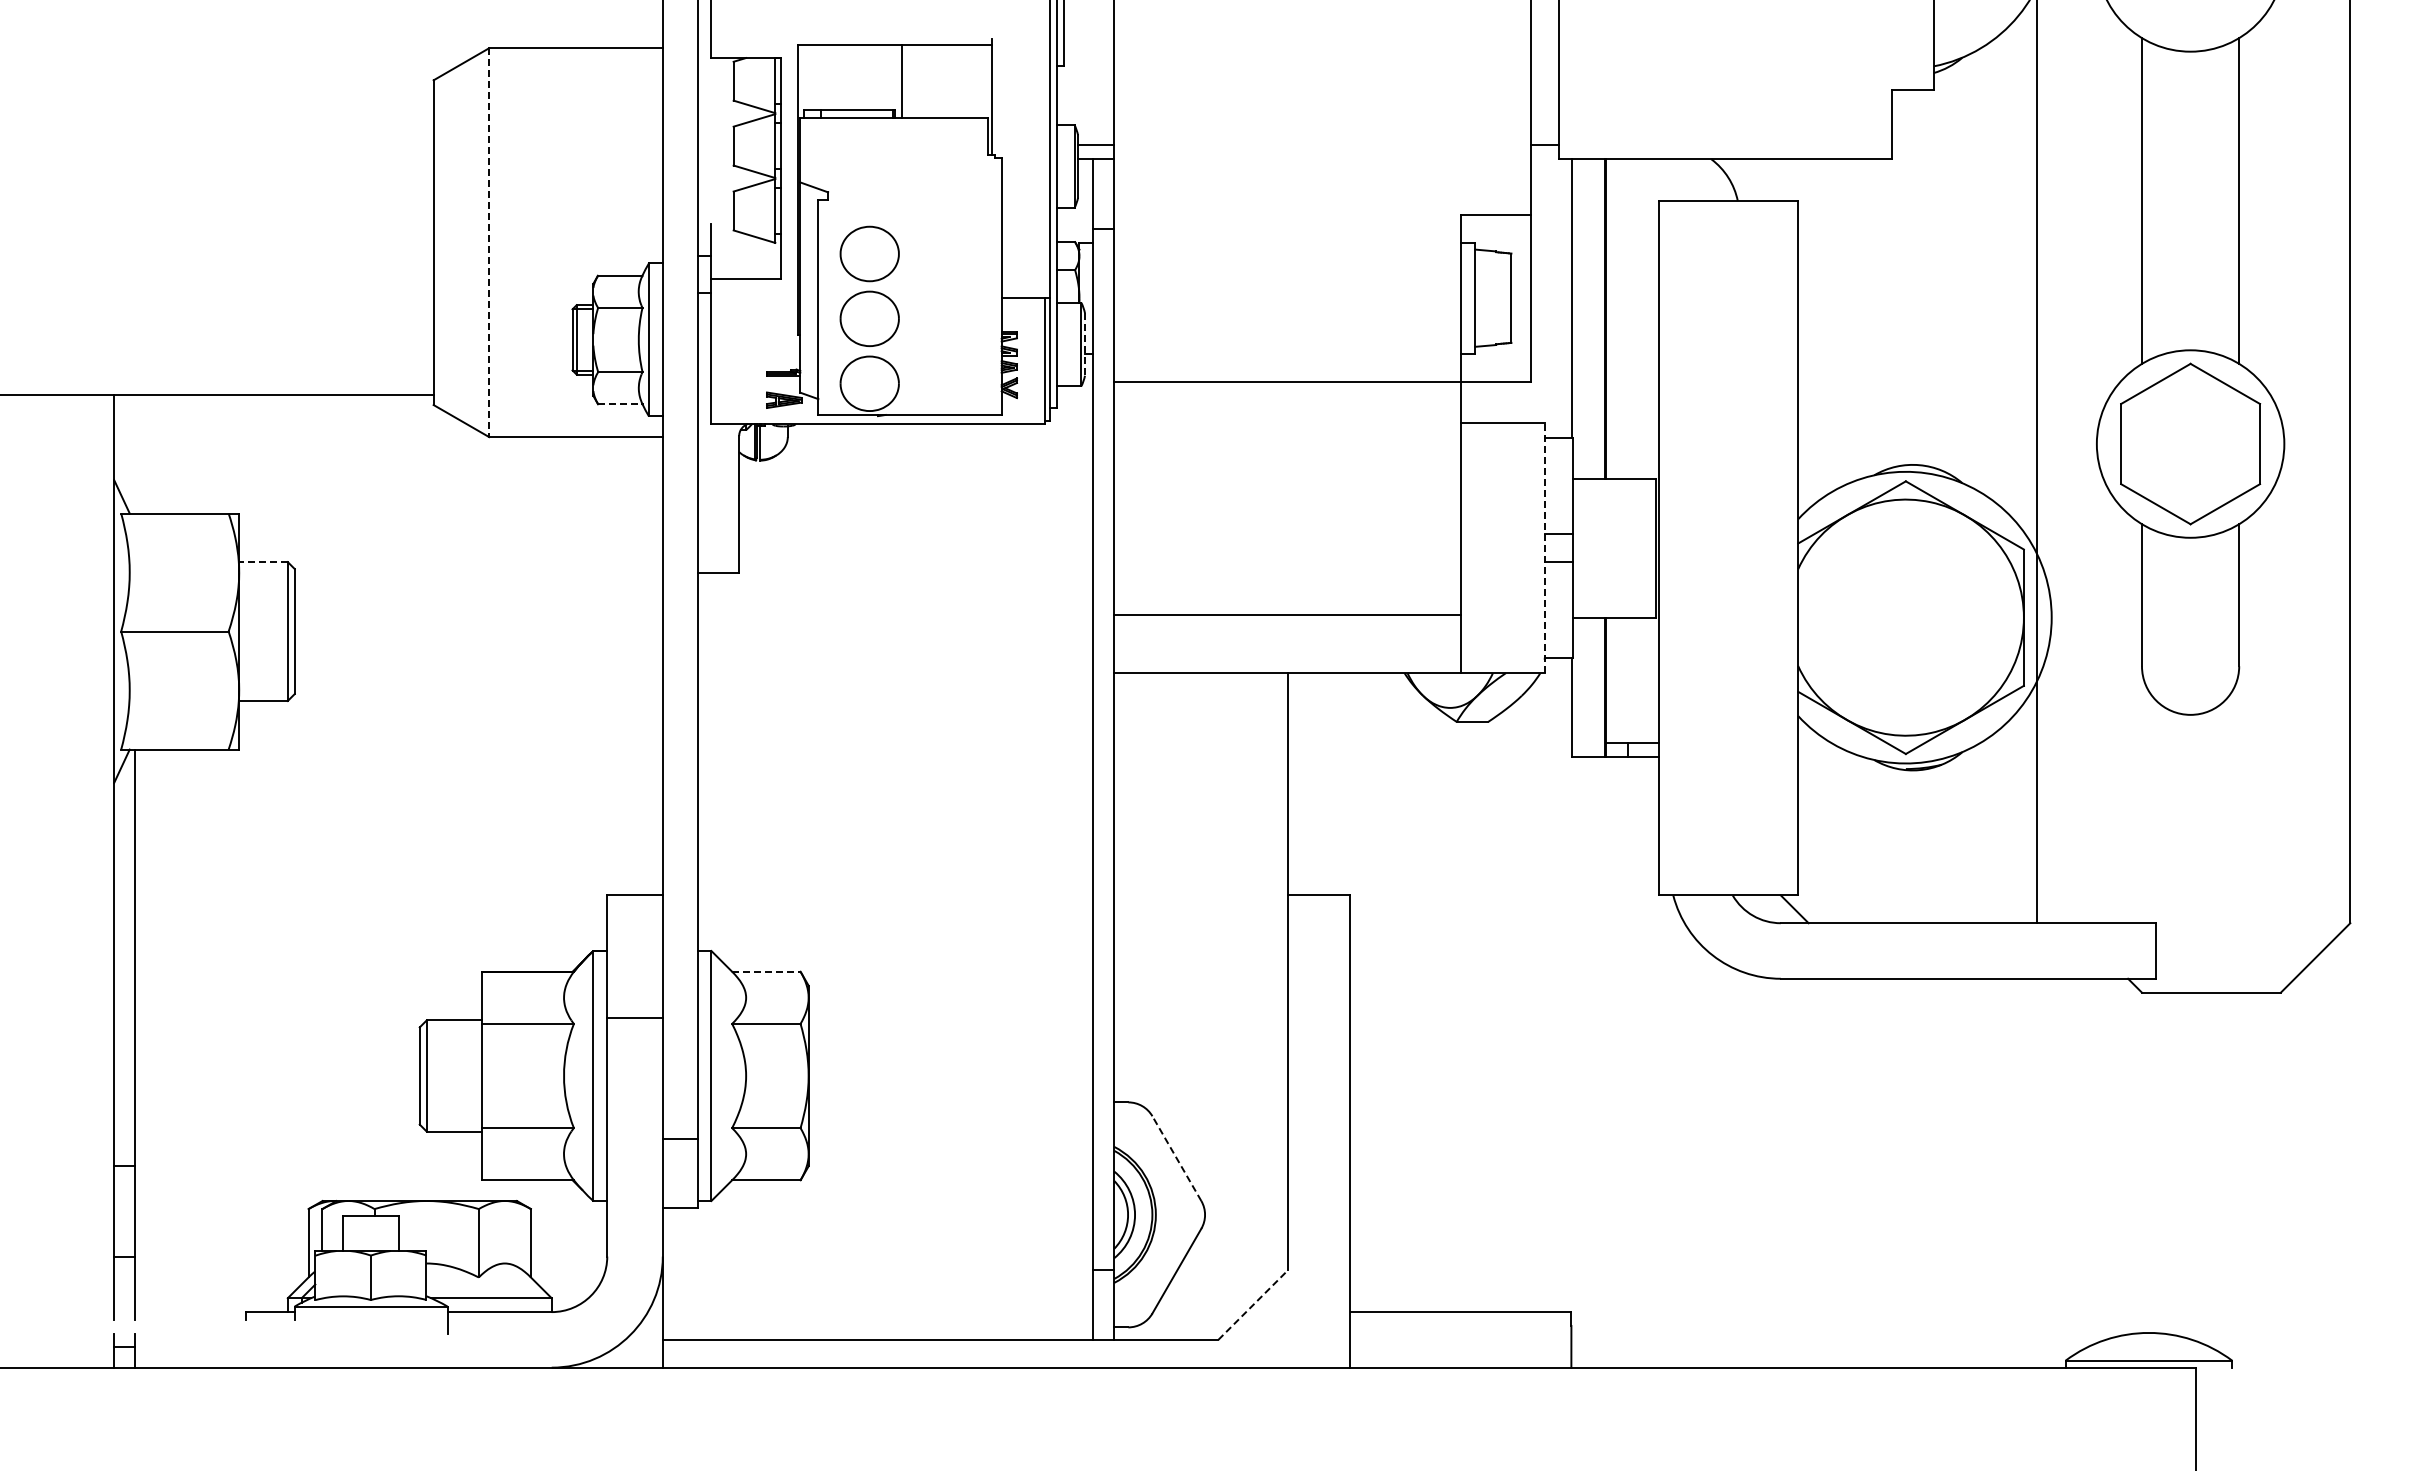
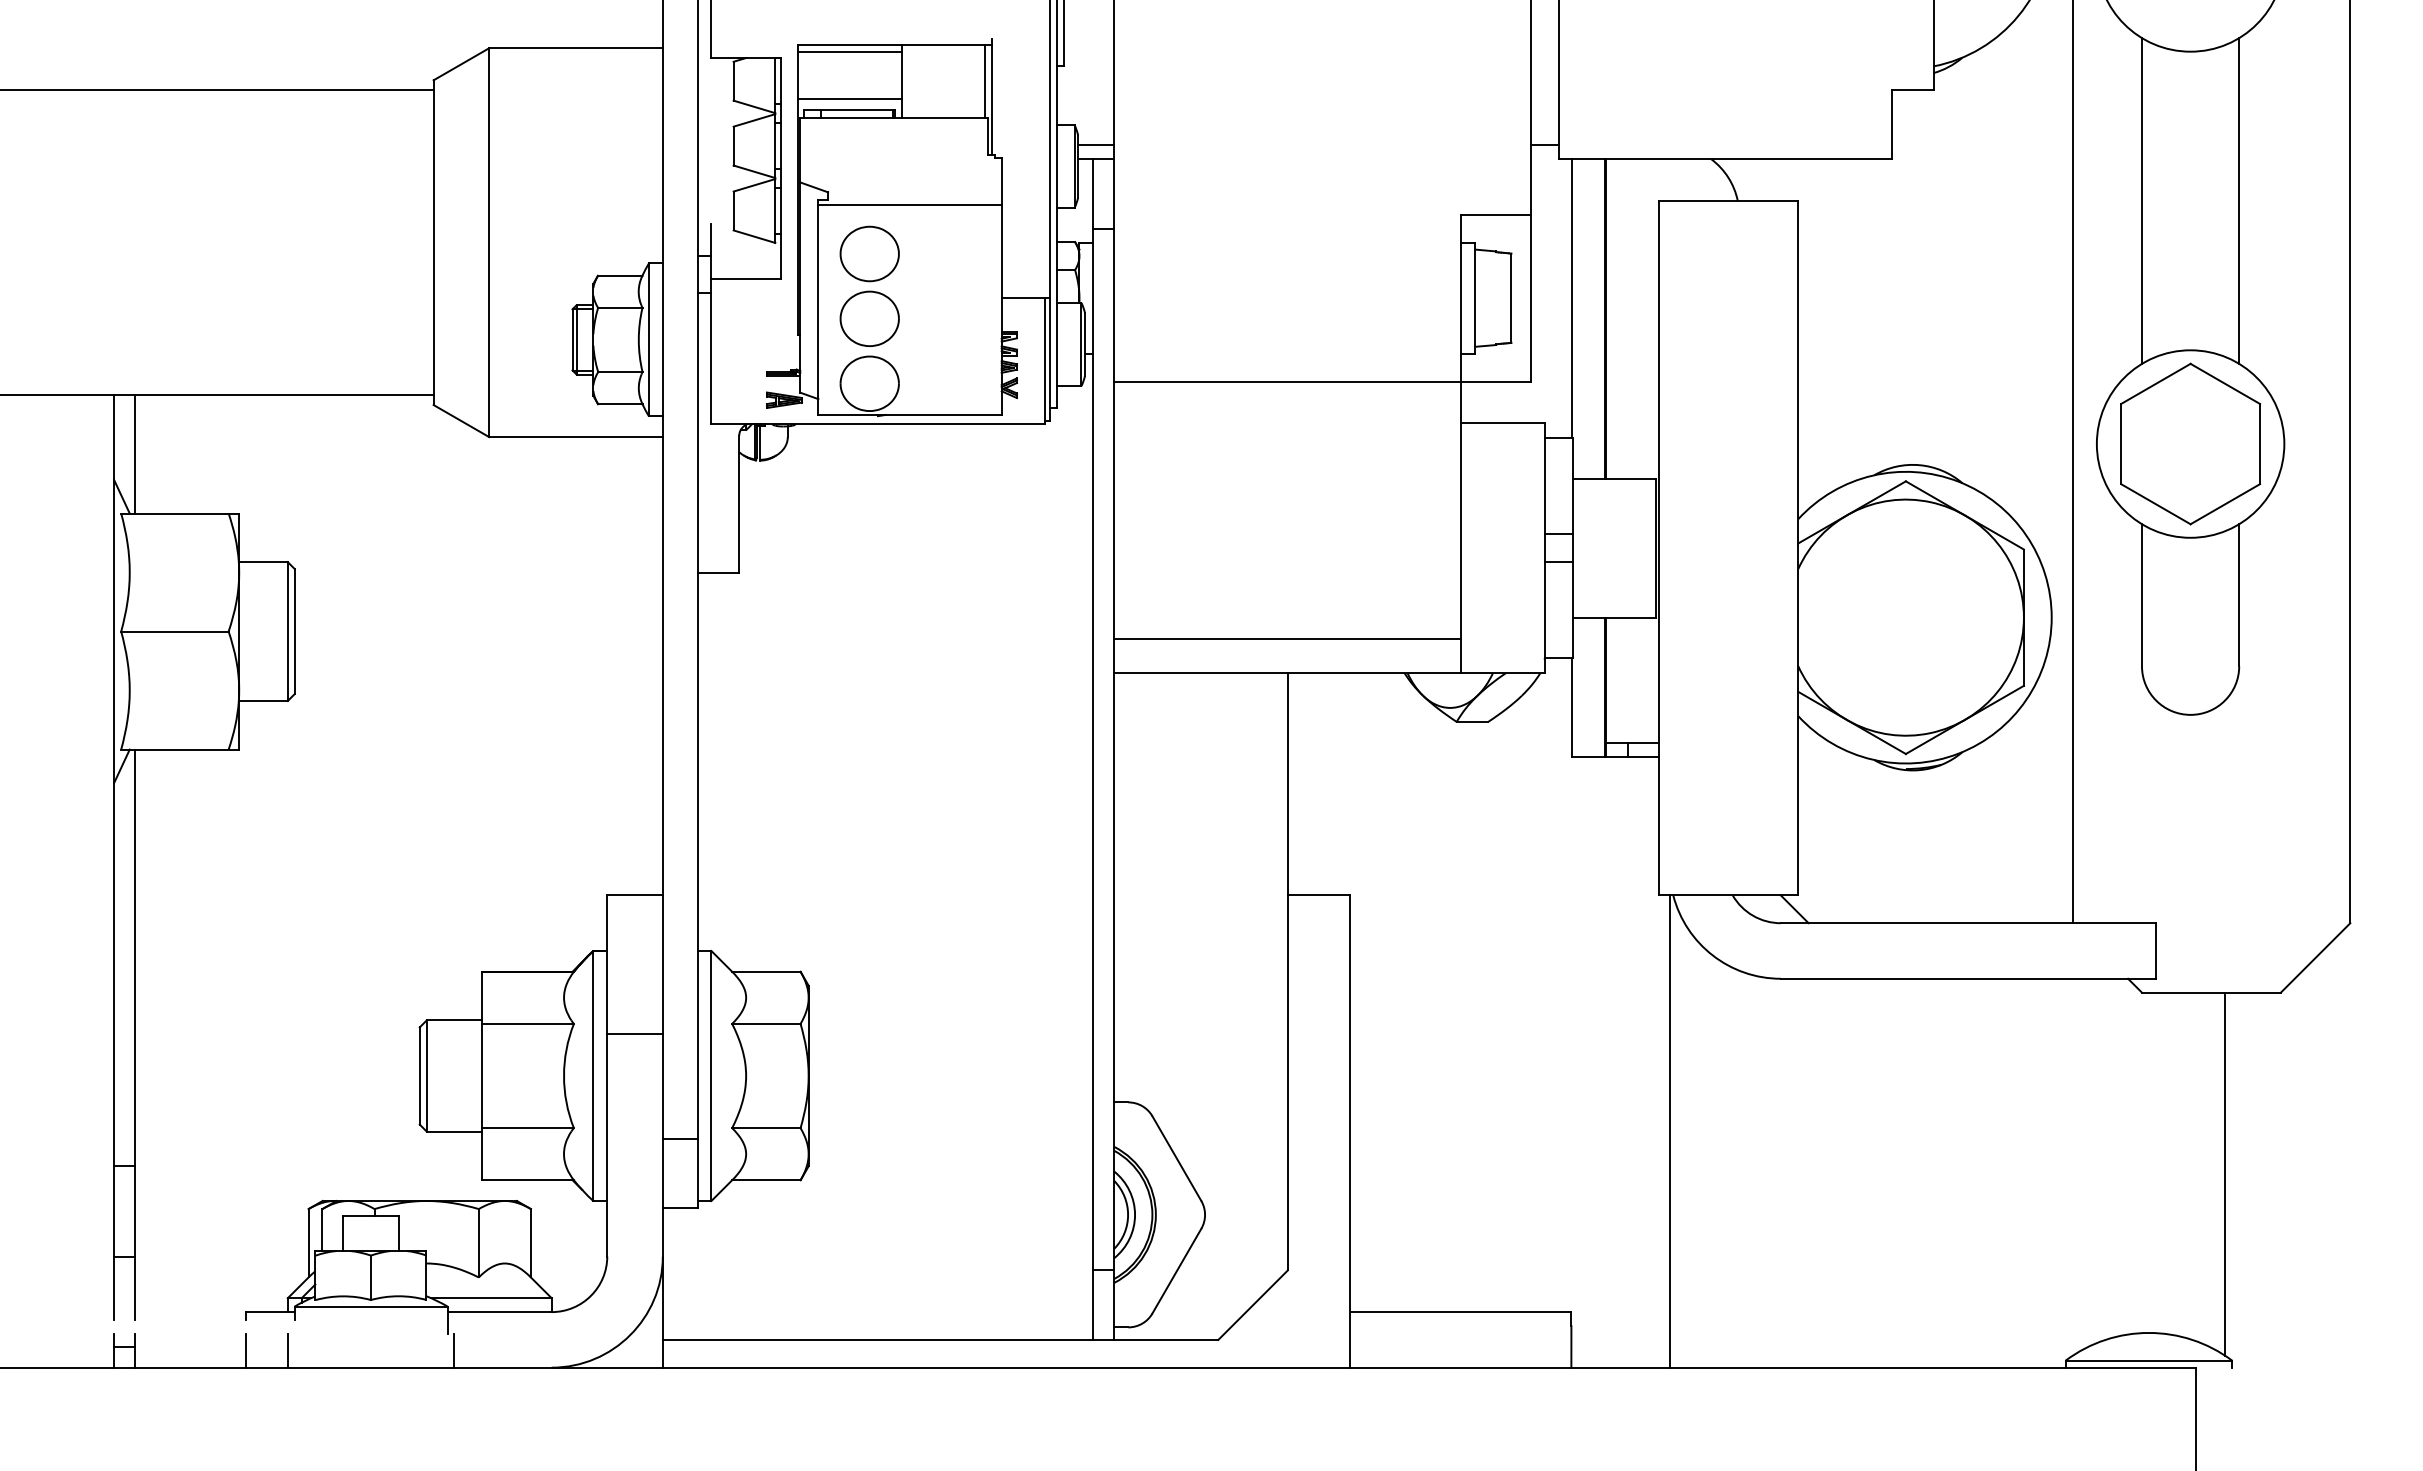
line at (849, 51): none -> present
line at (985, 81): none -> present
line at (217, 89): none -> present
line at (849, 98): none -> present
line at (909, 204): none -> present
line at (489, 243): dashed -> solid
line at (1085, 345): dashed -> solid
line at (620, 404): dashed -> solid
line at (135, 454): none -> present
line at (2036, 462) position: (2036, 462) -> (2072, 462)
line at (1544, 548): dashed -> solid
line at (263, 562): dashed -> solid
line at (1287, 614) position: (1287, 614) -> (1287, 638)
line at (766, 971): dashed -> solid
line at (634, 1018) position: (634, 1018) -> (634, 1034)
line at (1669, 1131): none -> present
line at (1176, 1158): dashed -> solid
line at (2225, 1173): none -> present
line at (1253, 1304): dashed -> solid
line at (246, 1350): none -> present
line at (287, 1350): none -> present
line at (454, 1350): none -> present
